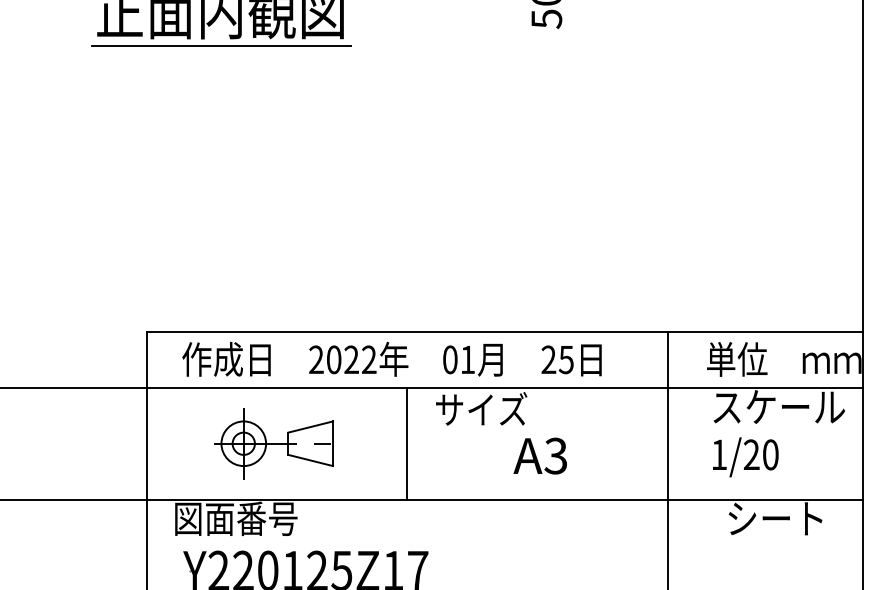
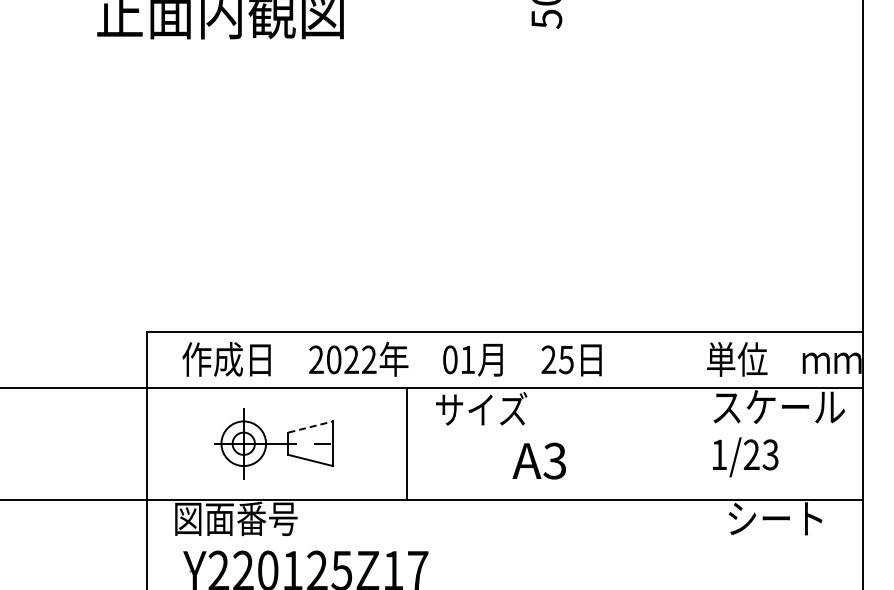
line at (221, 45): present -> none
line at (310, 427): solid -> dashed
text at (770, 454): 1/20 -> 1/23
text at (539, 455) position: (539, 455) -> (538, 460)
line at (668, 459): present -> none
